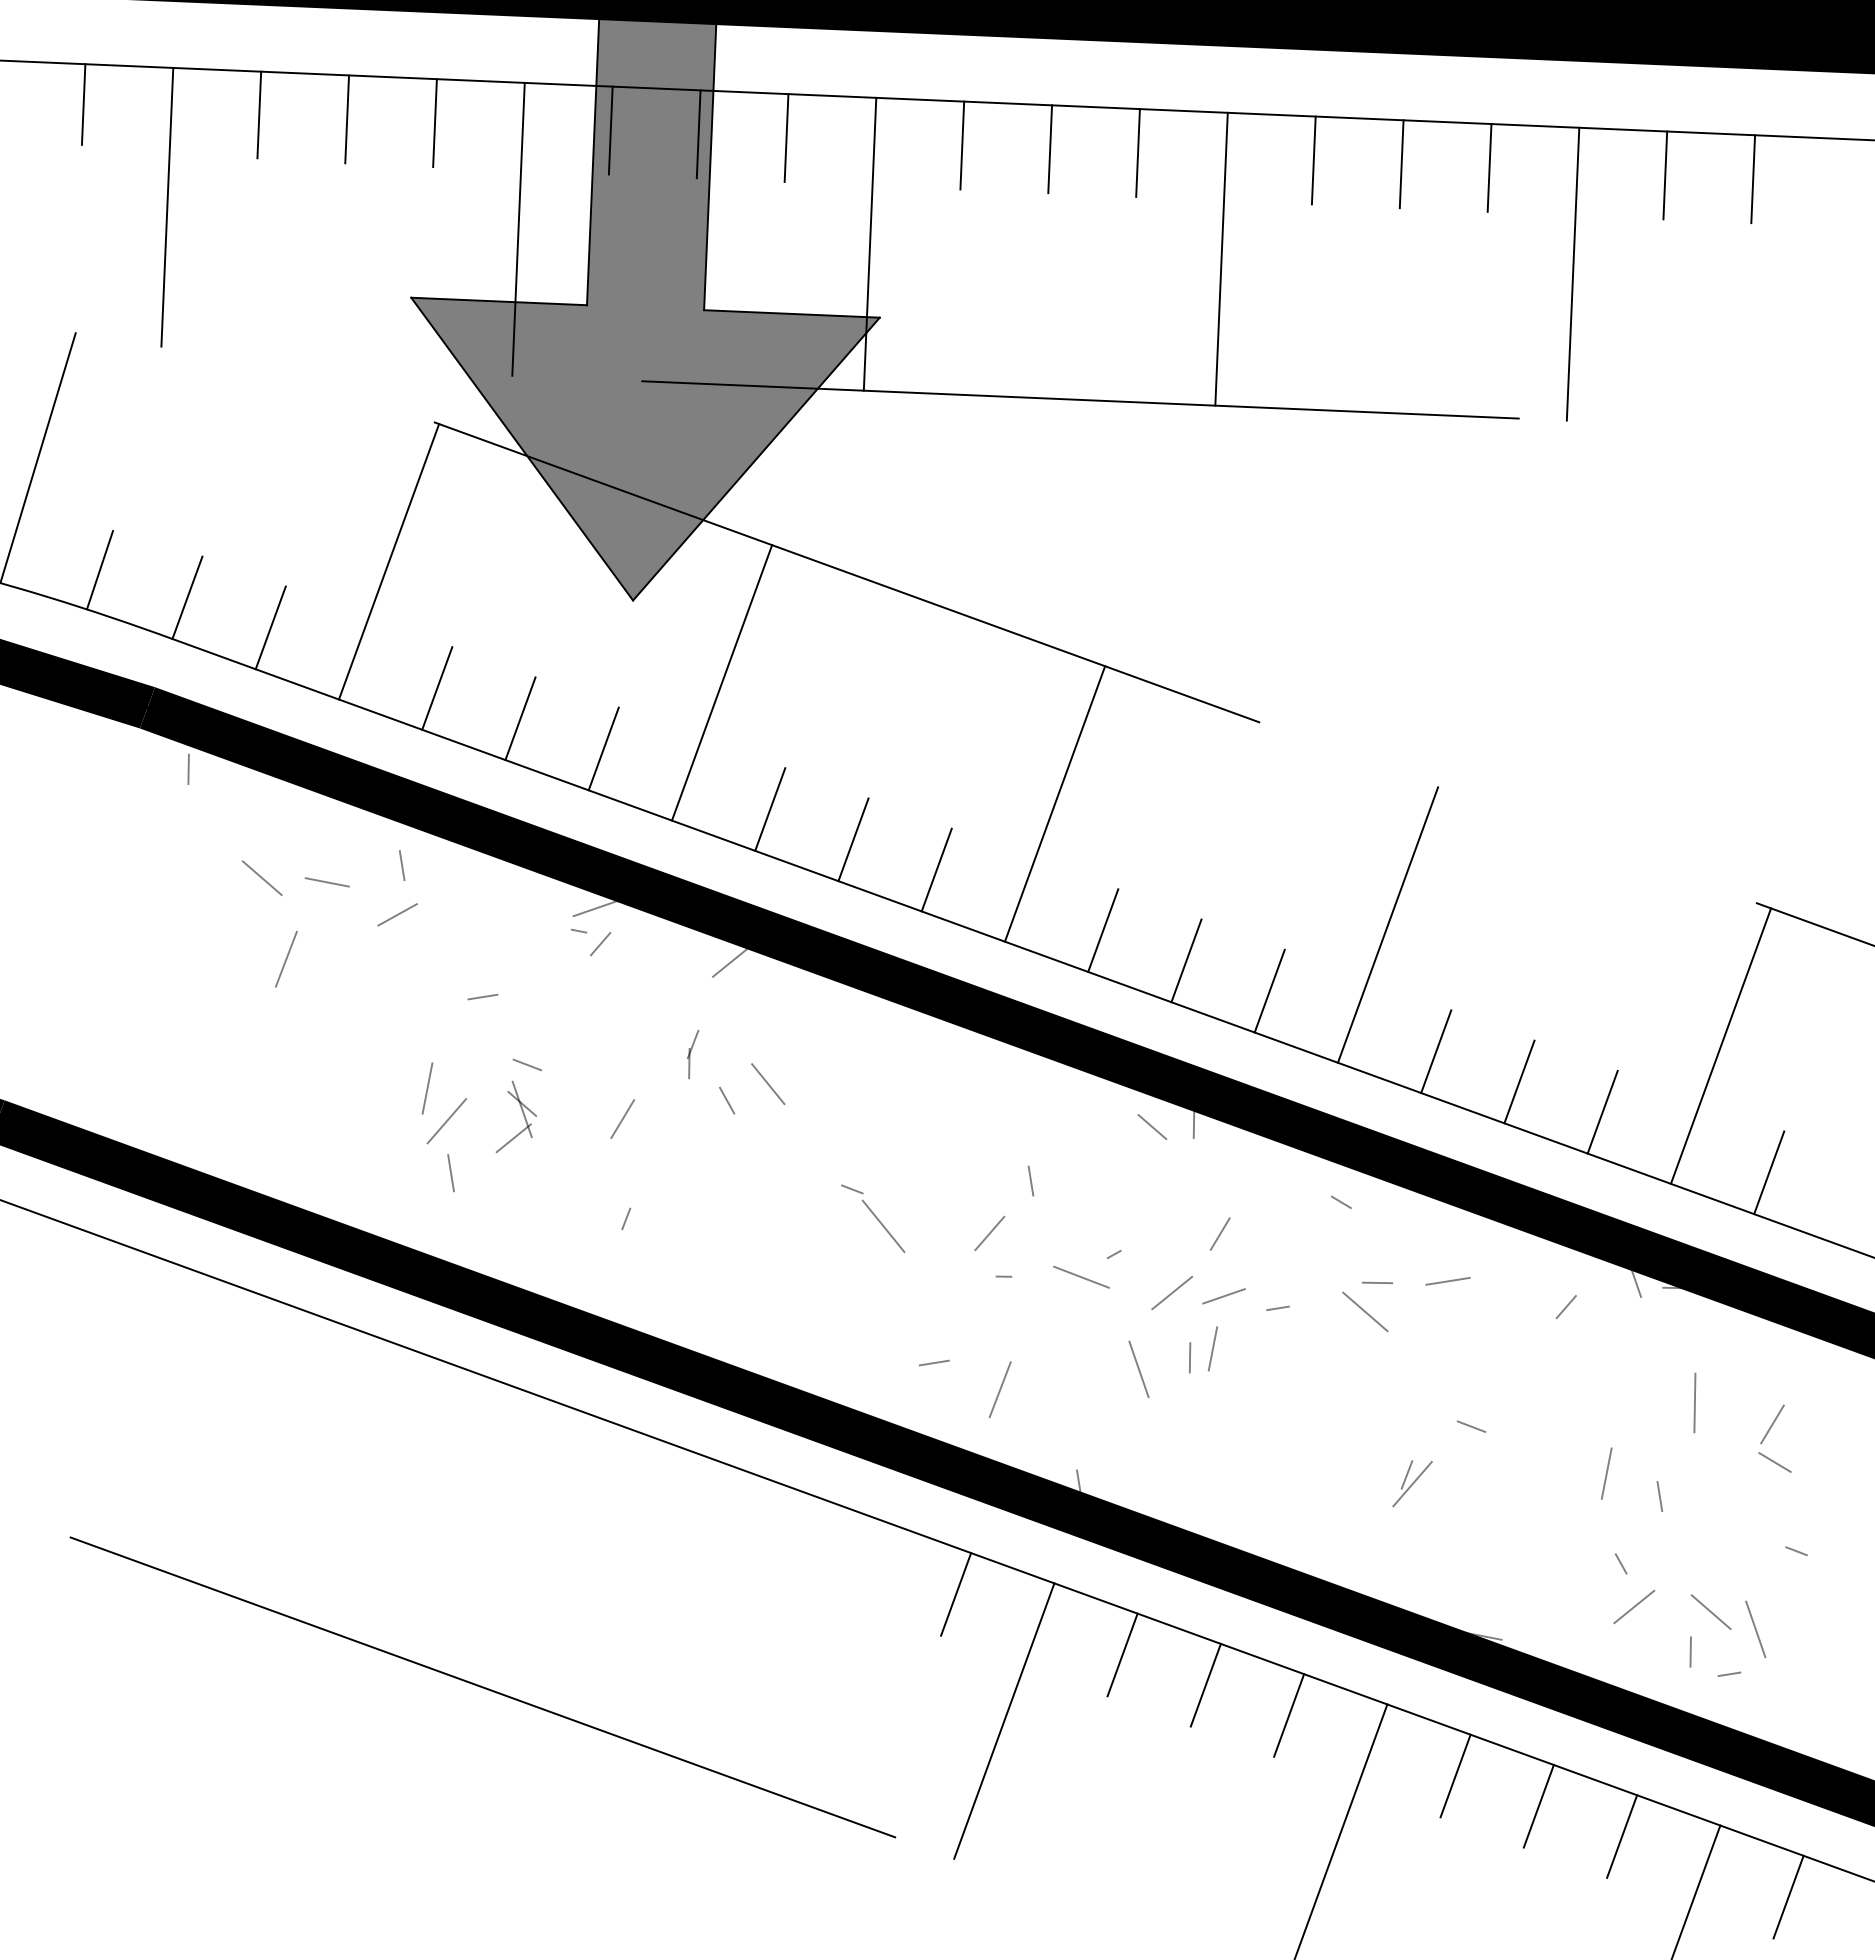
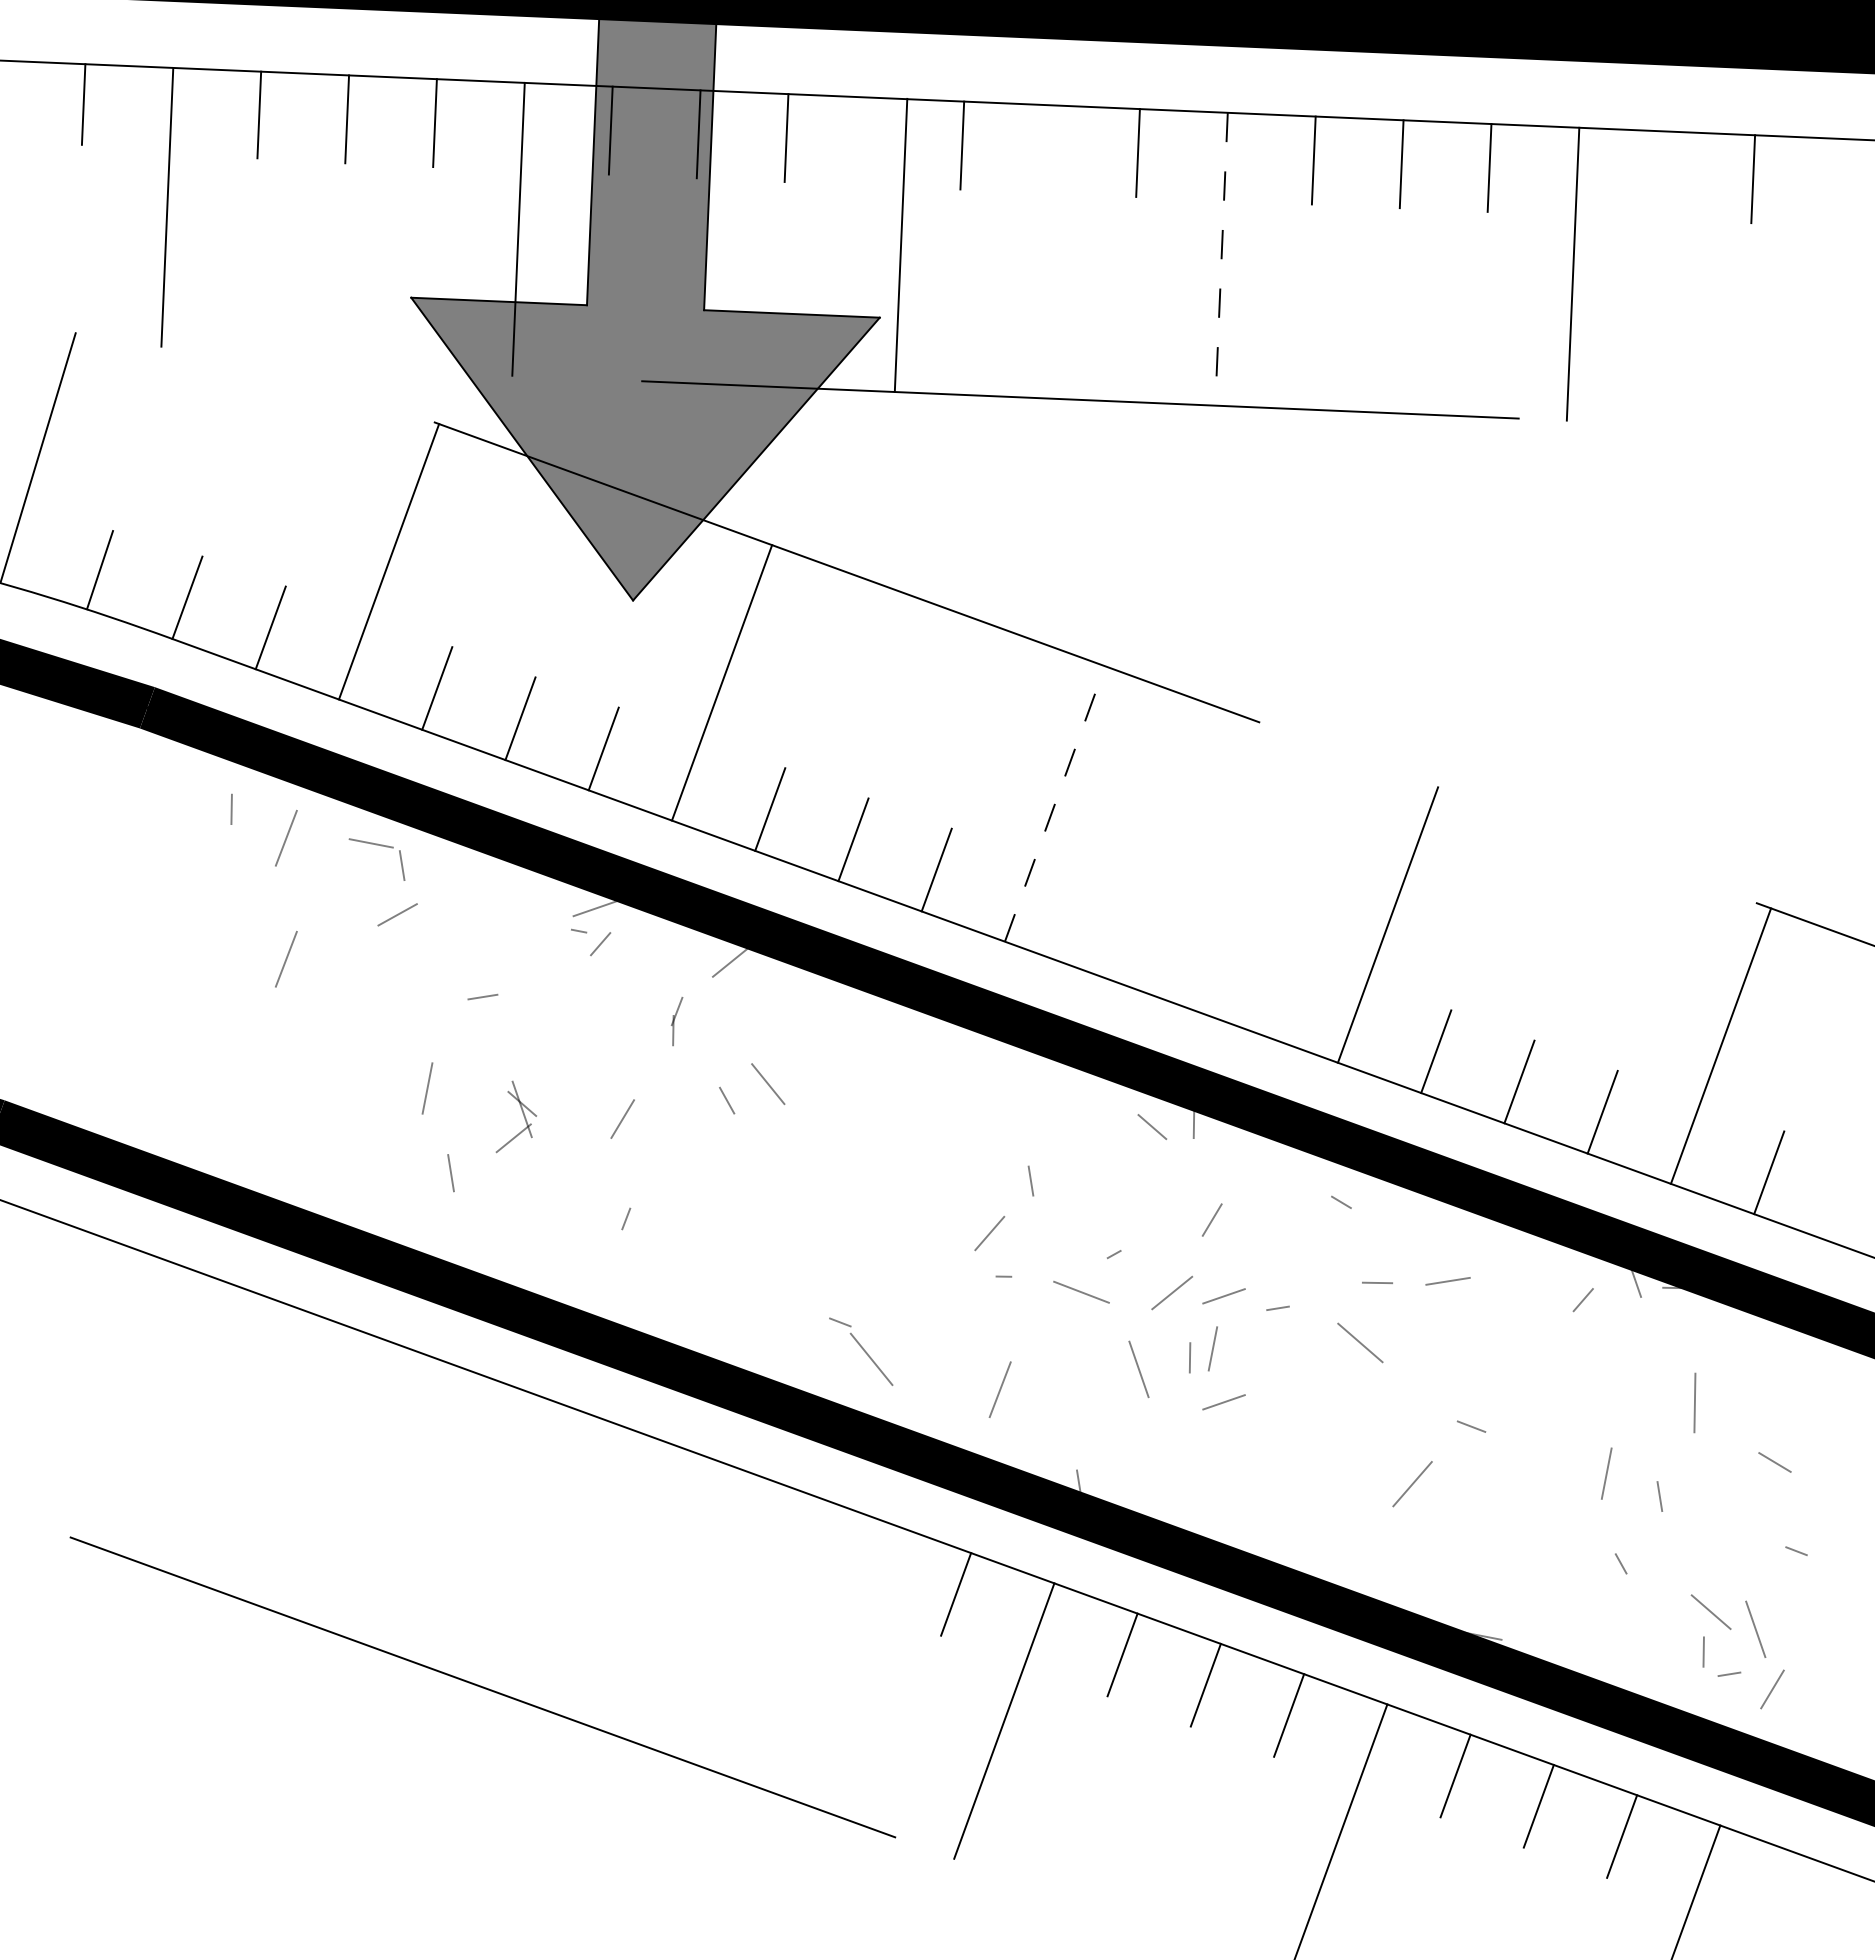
line at (1050, 149): present -> none
line at (1665, 175): present -> none
line at (869, 243) position: (869, 243) -> (900, 244)
line at (1221, 259): solid -> dashed
line at (188, 769) position: (188, 769) -> (231, 809)
line at (1055, 803): solid -> dashed
line at (286, 838): none -> present
line at (261, 878): present -> none
line at (326, 882) position: (326, 882) -> (370, 843)
line at (1103, 930): present -> none
line at (1186, 960): present -> none
line at (1269, 990): present -> none
part at (693, 1054) position: (693, 1054) -> (677, 1021)
line at (527, 1064): present -> none
line at (446, 1121): present -> none
part at (873, 1218) position: (873, 1218) -> (861, 1351)
line at (1220, 1233) position: (1220, 1233) -> (1212, 1219)
line at (1081, 1277) position: (1081, 1277) -> (1081, 1292)
line at (1565, 1306) position: (1565, 1306) -> (1582, 1299)
line at (1365, 1311) position: (1365, 1311) -> (1360, 1342)
line at (933, 1362): present -> none
line at (1223, 1402): none -> present
line at (1772, 1424) position: (1772, 1424) -> (1772, 1689)
line at (1406, 1474): present -> none
line at (1634, 1606): present -> none
line at (1690, 1651) position: (1690, 1651) -> (1703, 1651)
line at (1788, 1896): present -> none
